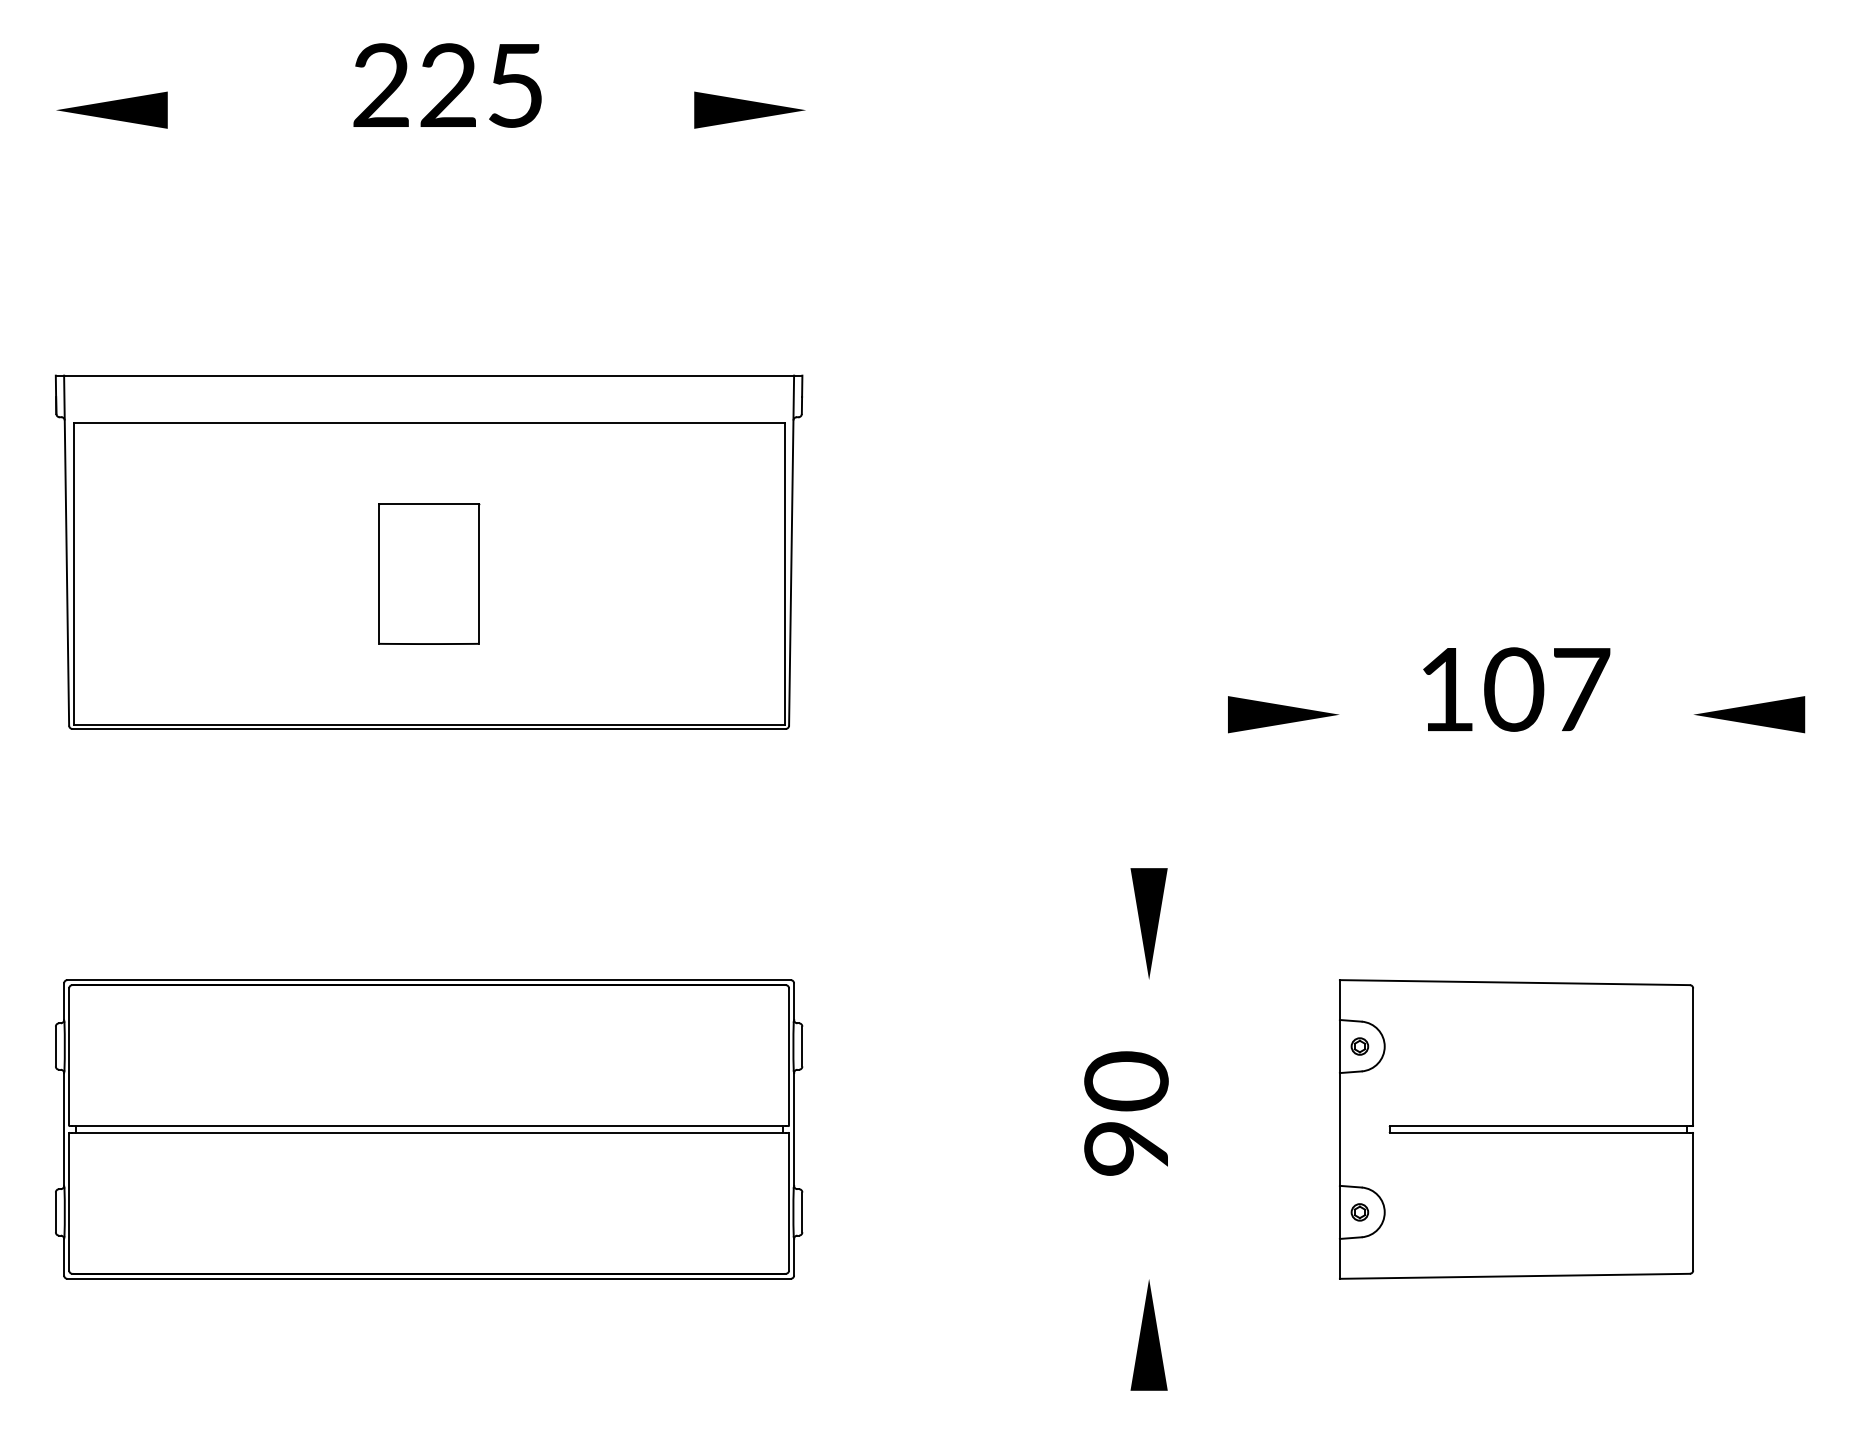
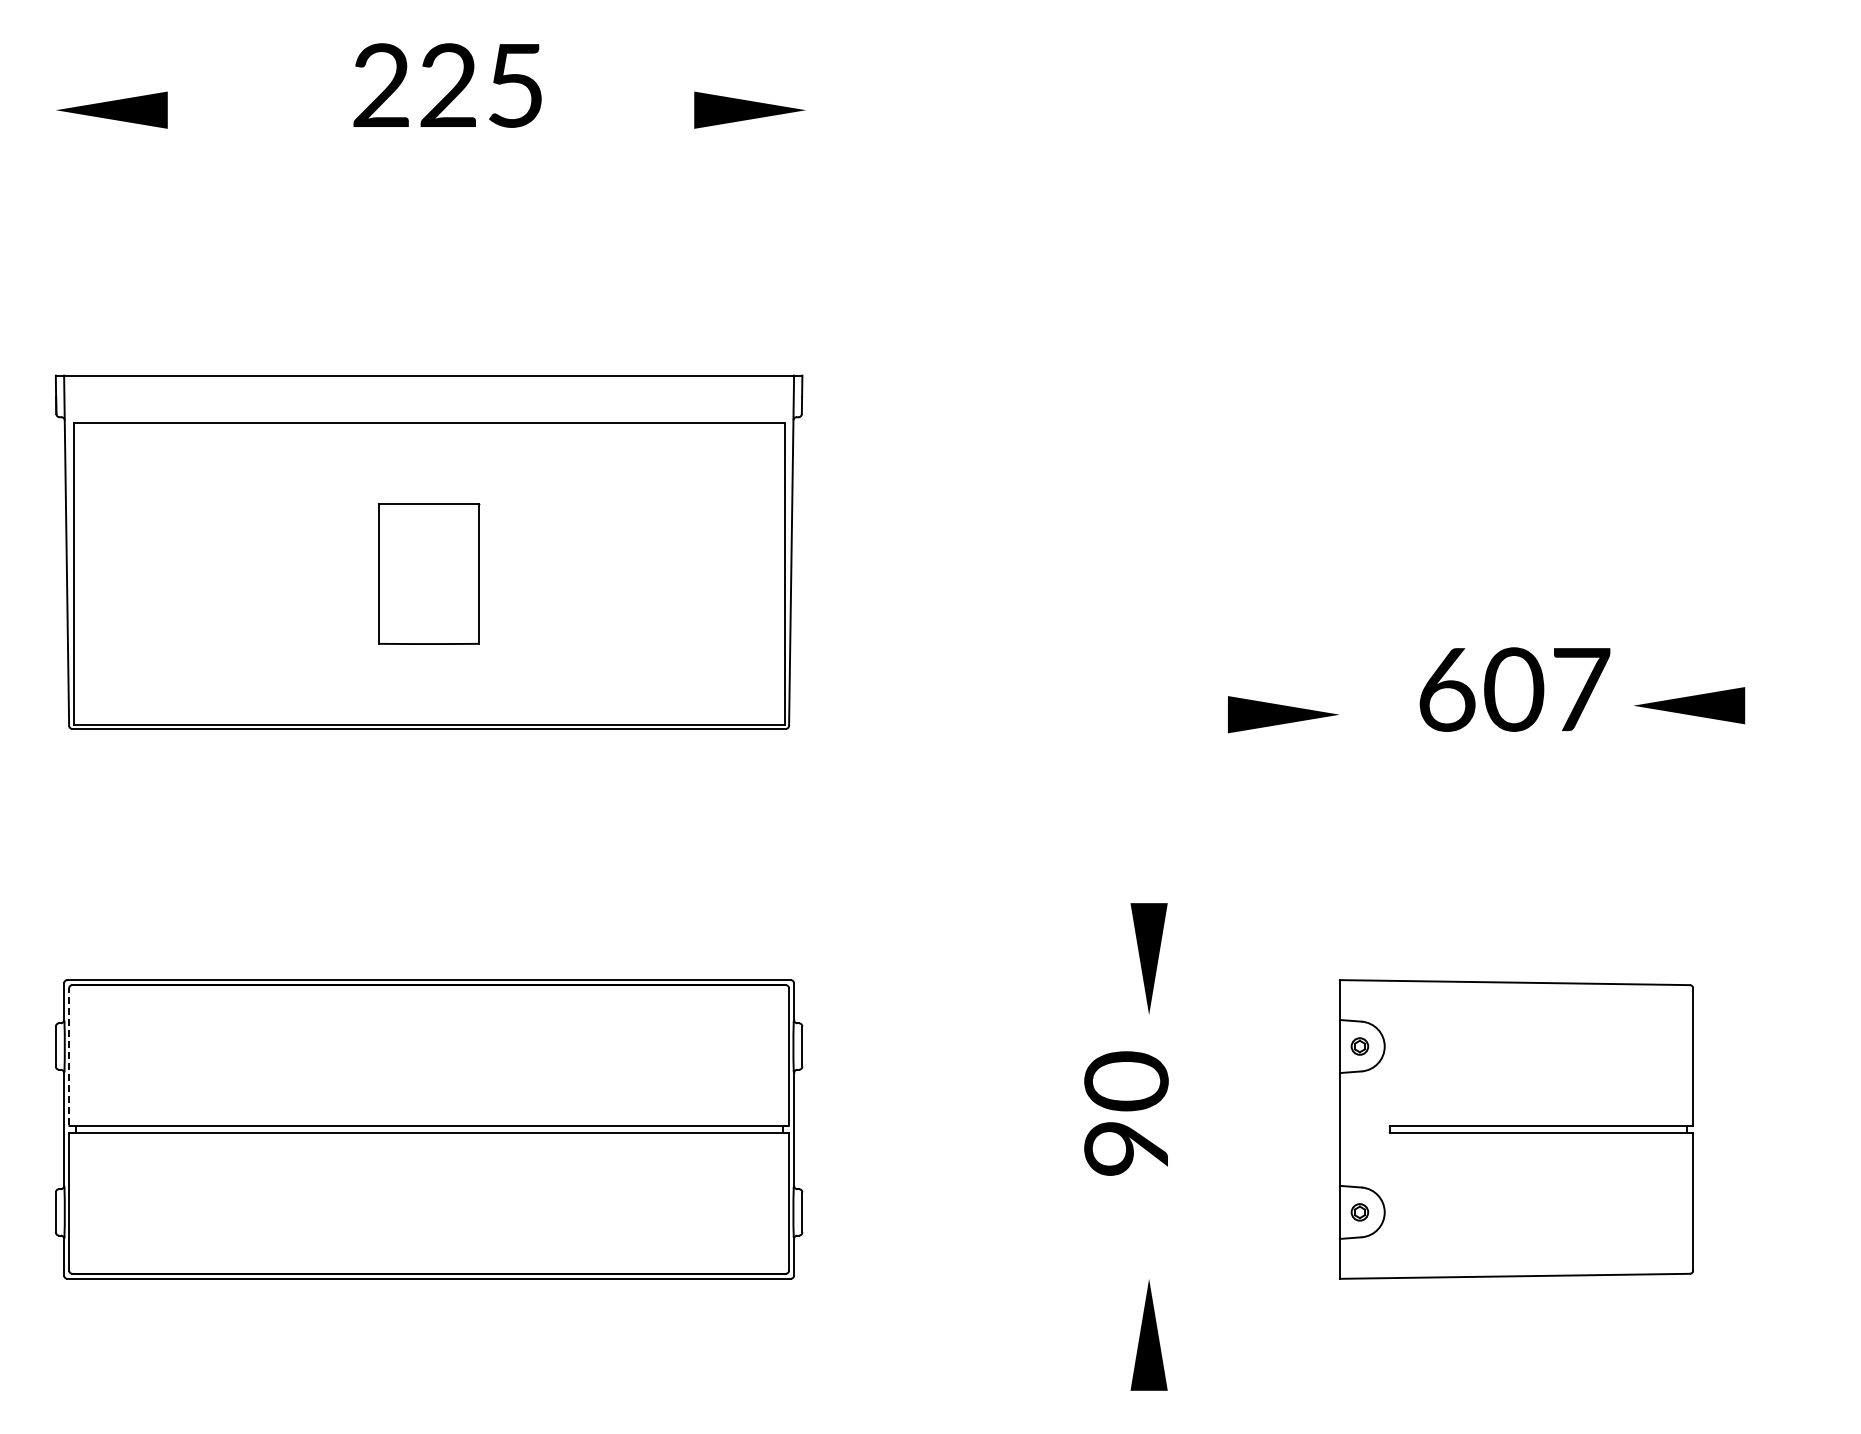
text at (1447, 689): 107 -> 607
part at (1749, 714) position: (1749, 714) -> (1689, 705)
part at (1148, 923) position: (1148, 923) -> (1148, 958)
line at (69, 1056): solid -> dashed
